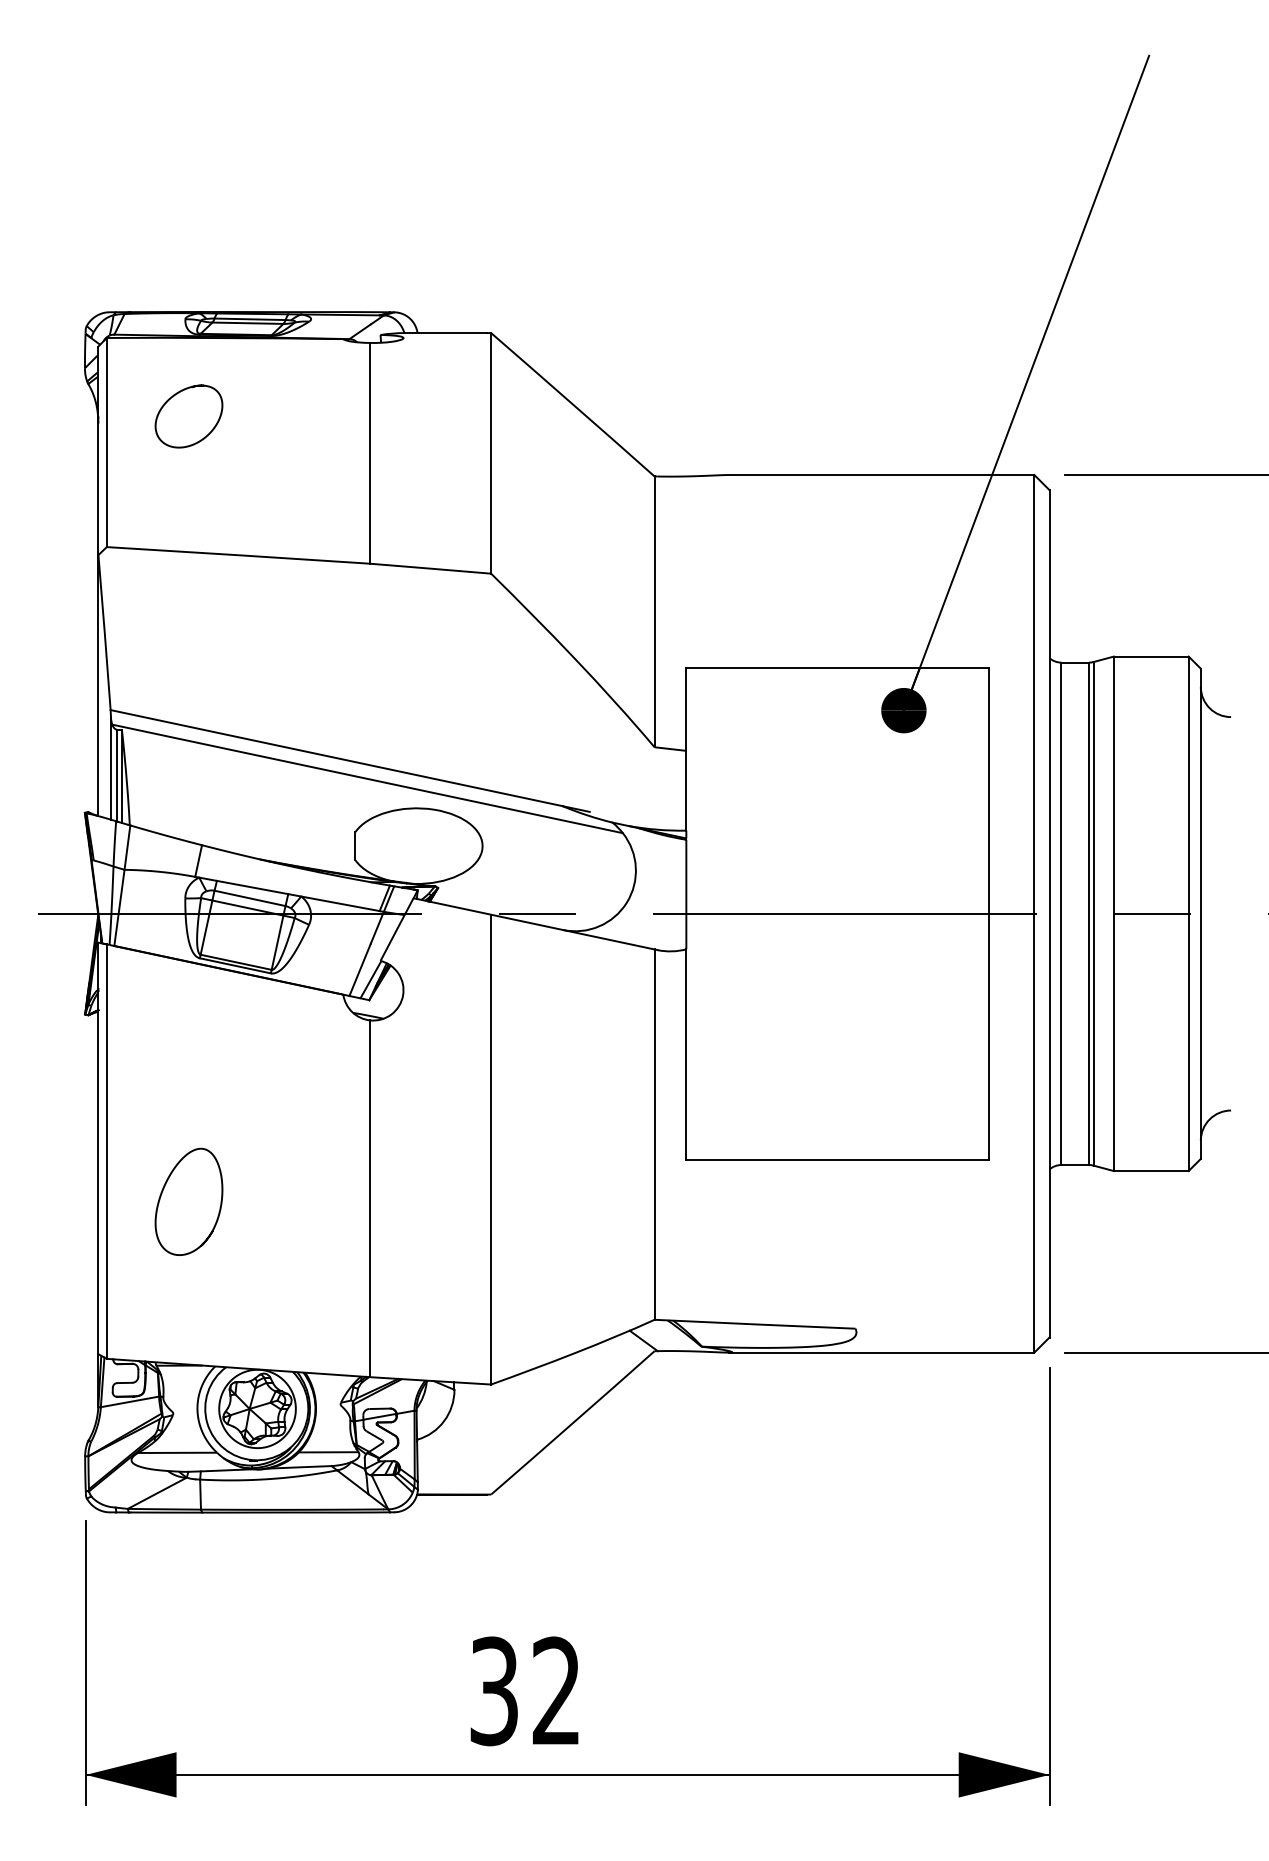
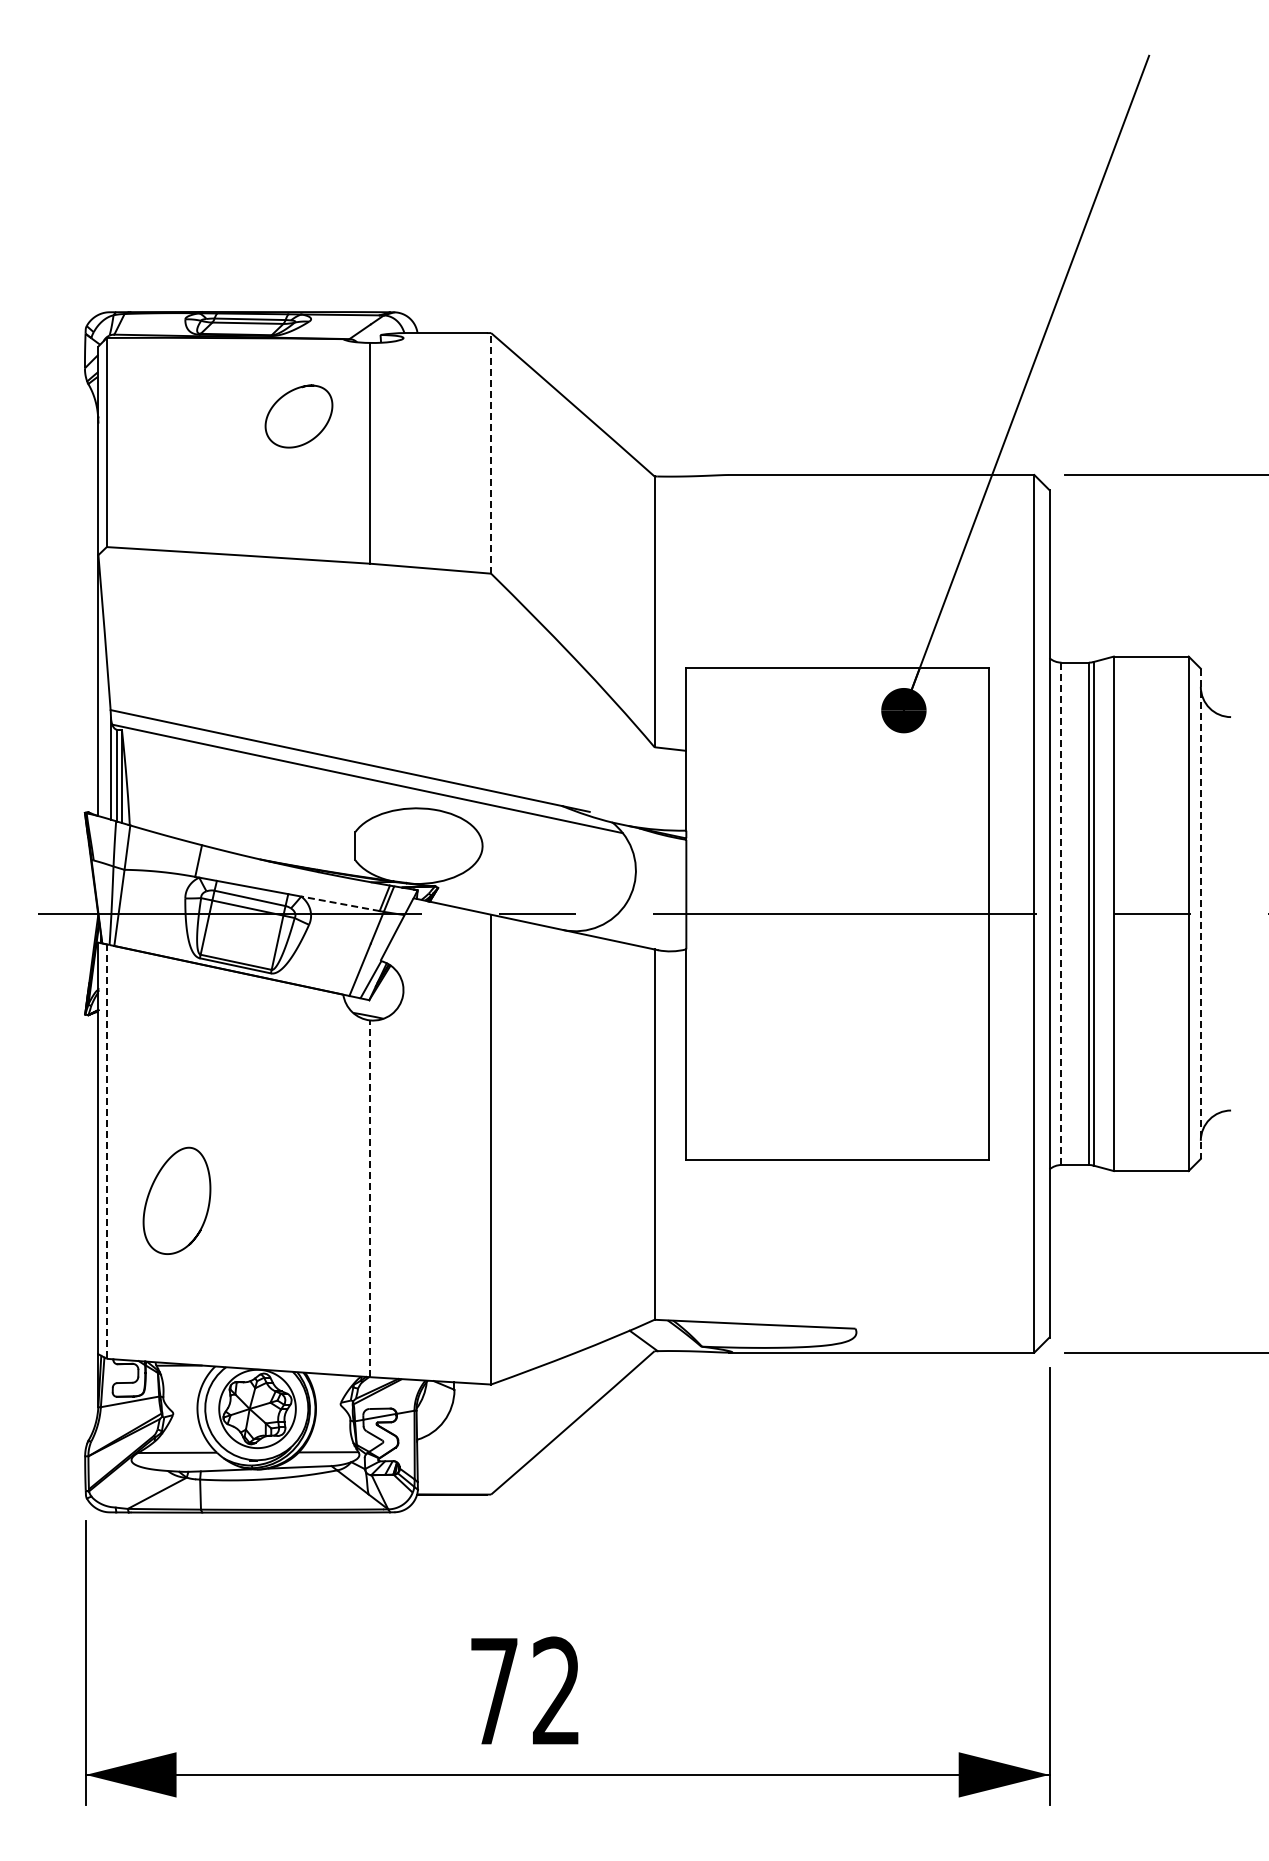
curve at (173, 397) position: (173, 397) -> (283, 397)
line at (491, 452): solid -> dashed
line at (340, 903): solid -> dashed
line at (1061, 913): solid -> dashed
line at (1200, 914): solid -> dashed
line at (106, 1152): solid -> dashed
curve at (163, 1191) position: (163, 1191) -> (151, 1190)
line at (370, 1198): solid -> dashed
text at (493, 1691): 32 -> 72
